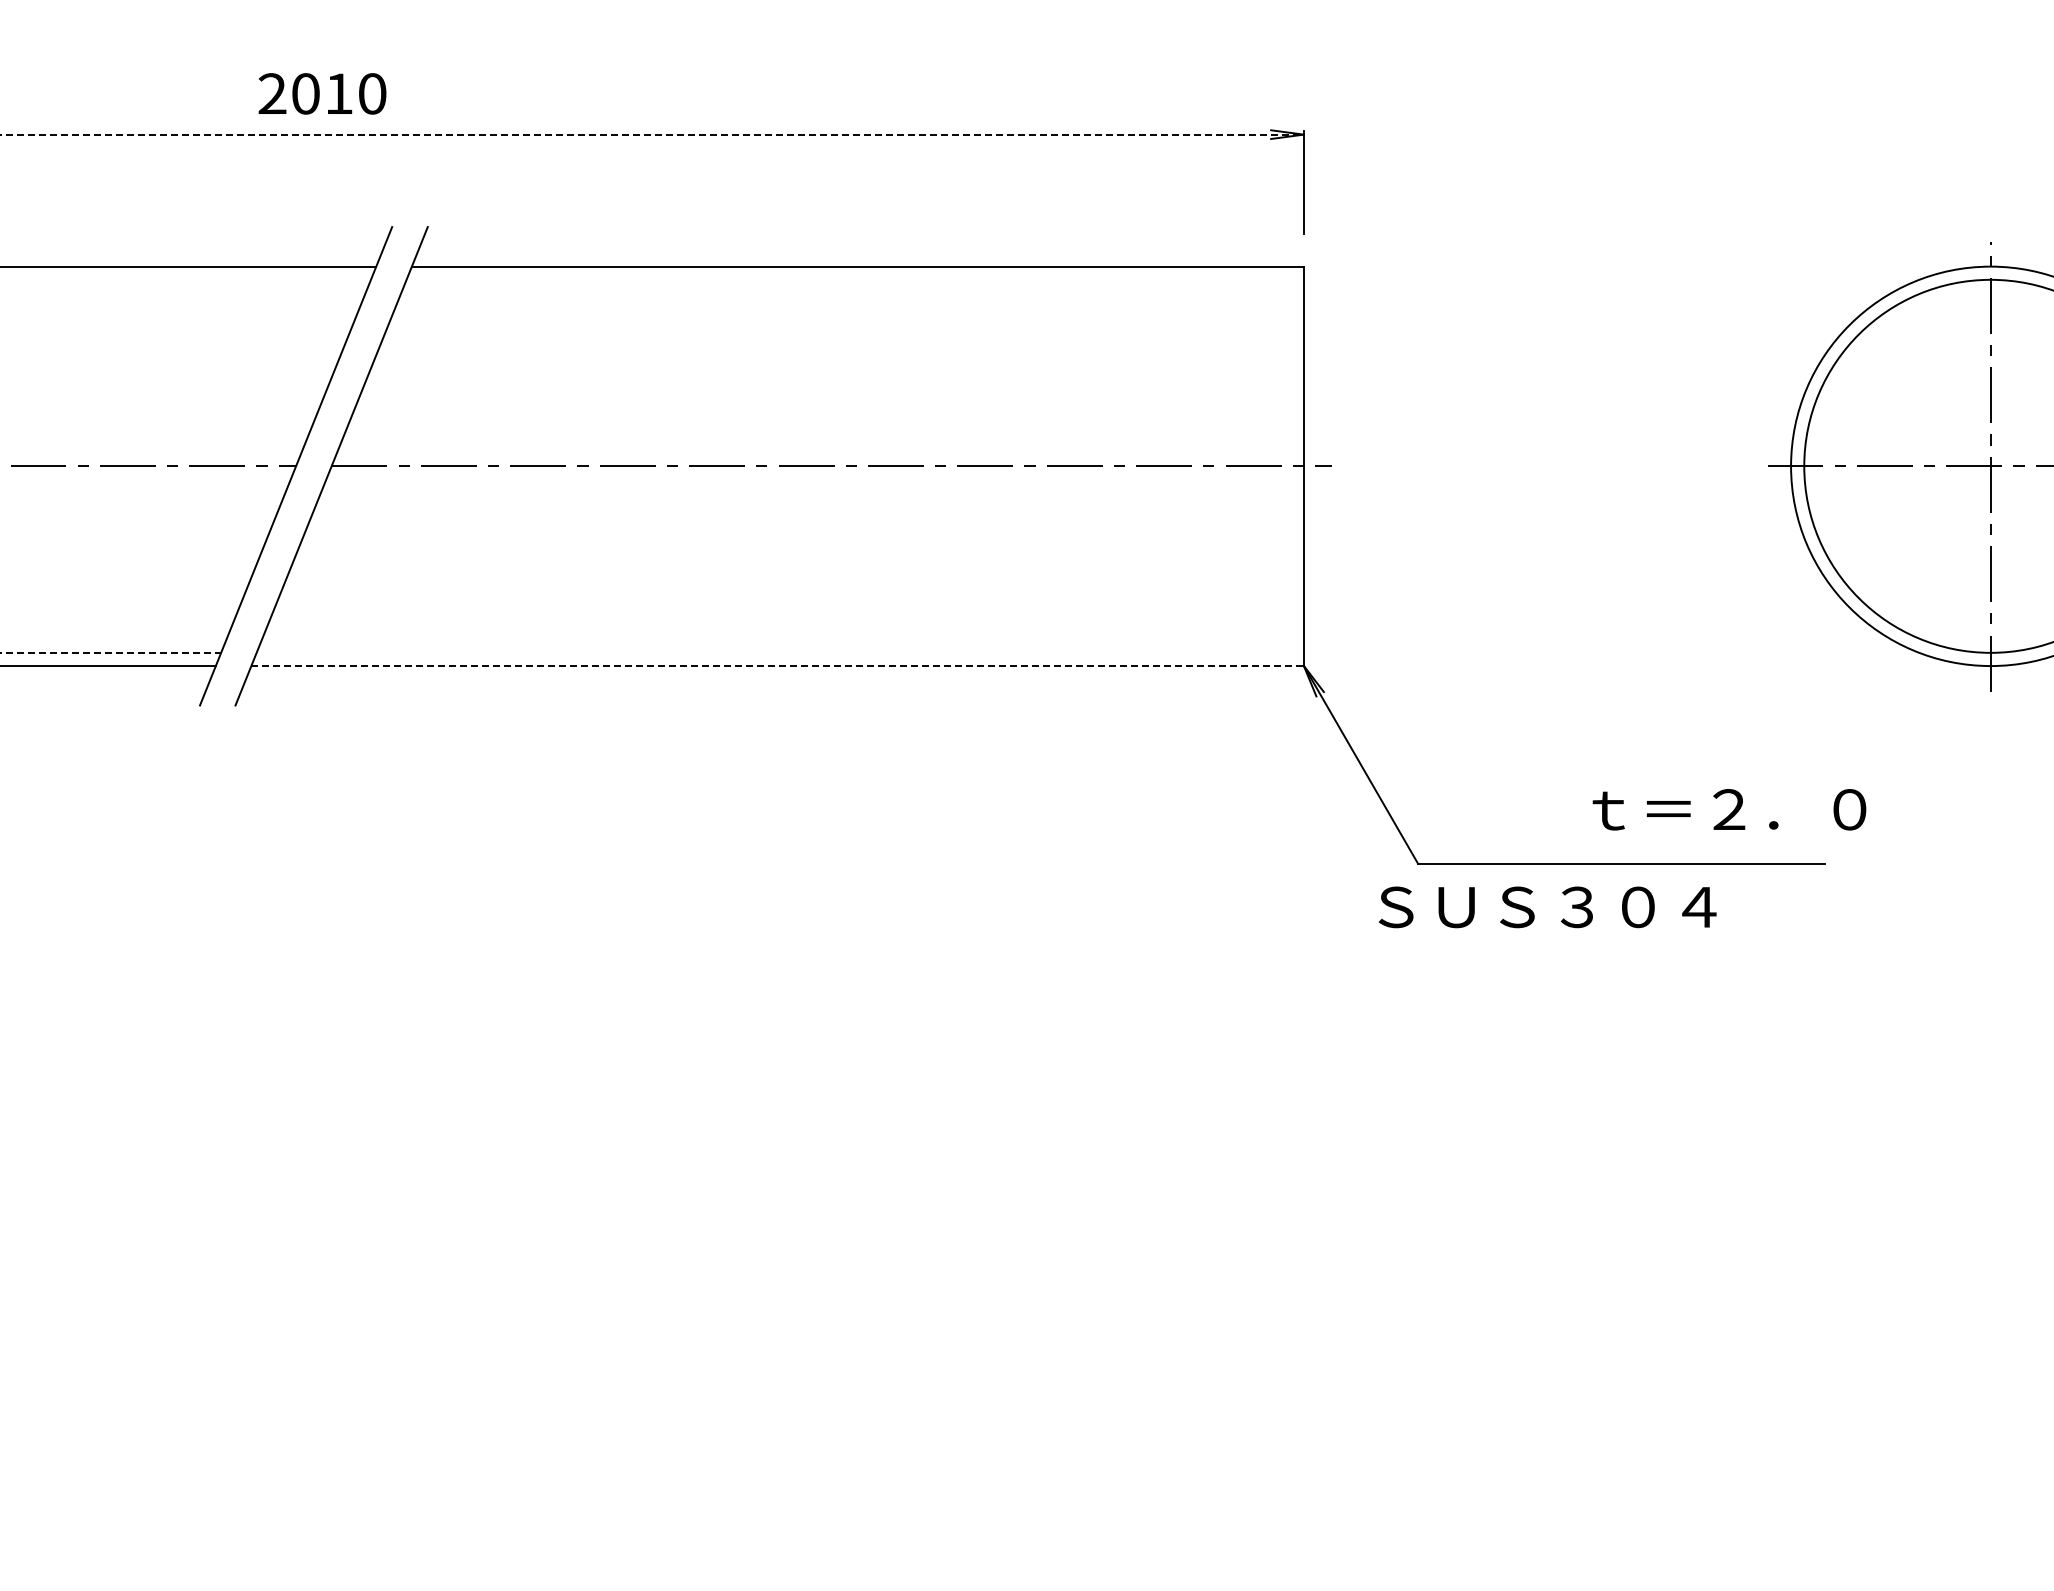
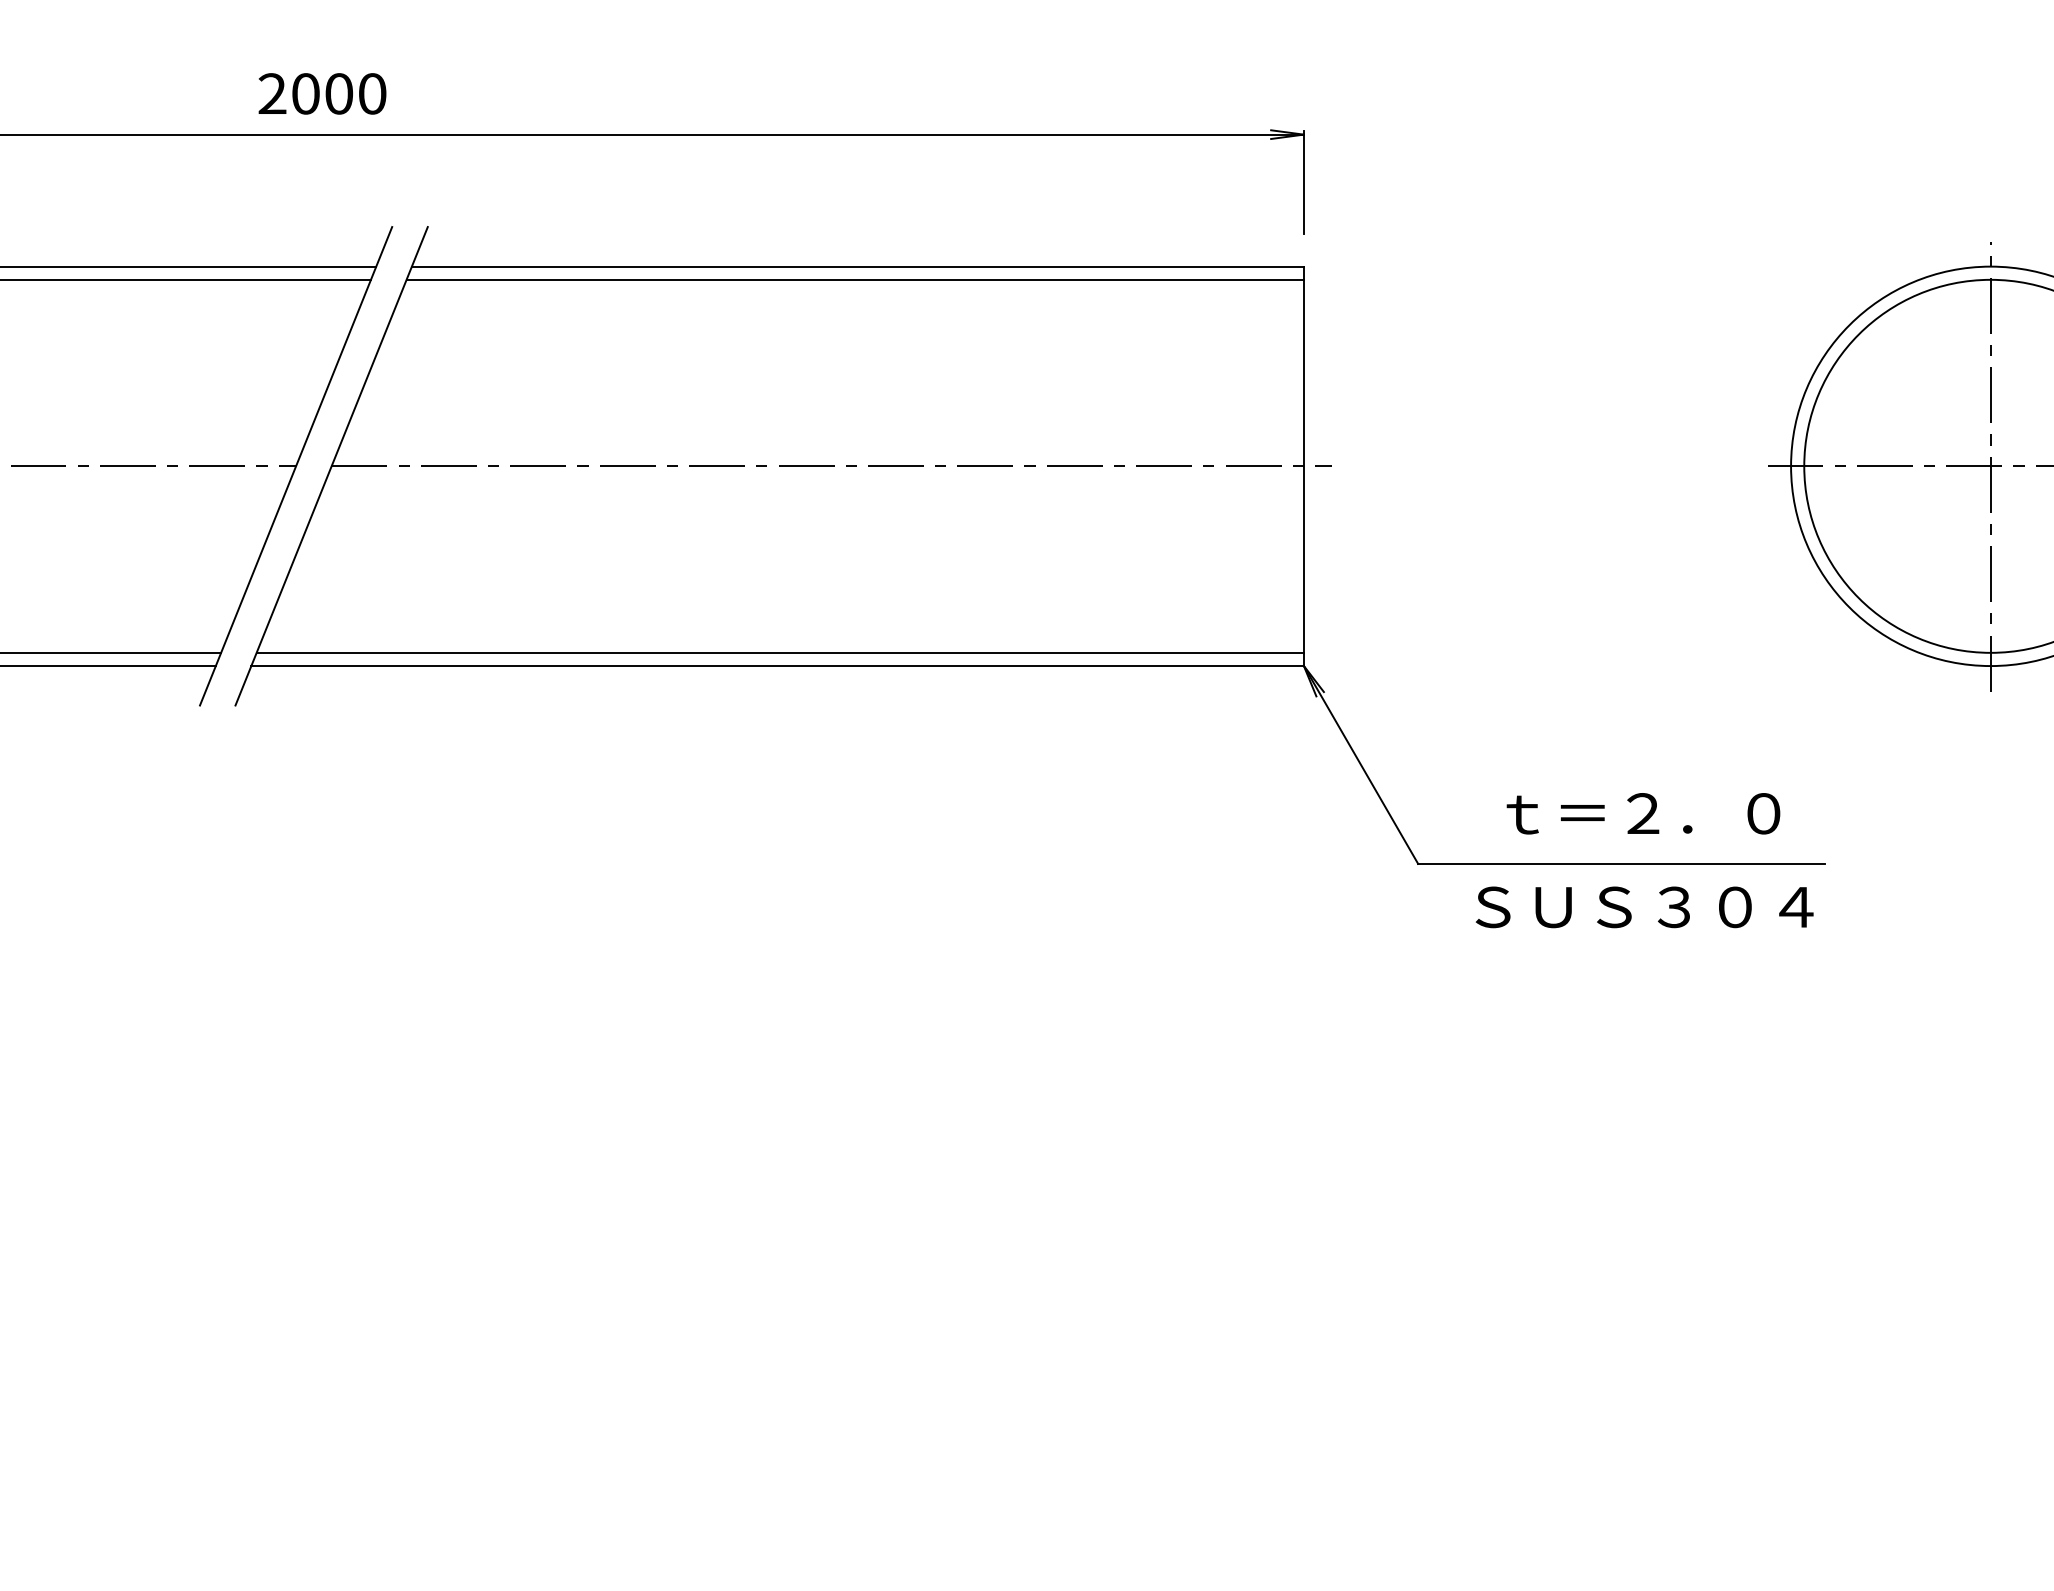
text at (339, 93): 2010 -> 2000
line at (652, 134): dashed -> solid
line at (186, 279): none -> present
line at (854, 279): none -> present
line at (111, 652): dashed -> solid
line at (779, 652): none -> present
line at (778, 665): dashed -> solid
text at (1729, 809) position: (1729, 809) -> (1643, 813)
text at (1547, 907) position: (1547, 907) -> (1644, 907)
